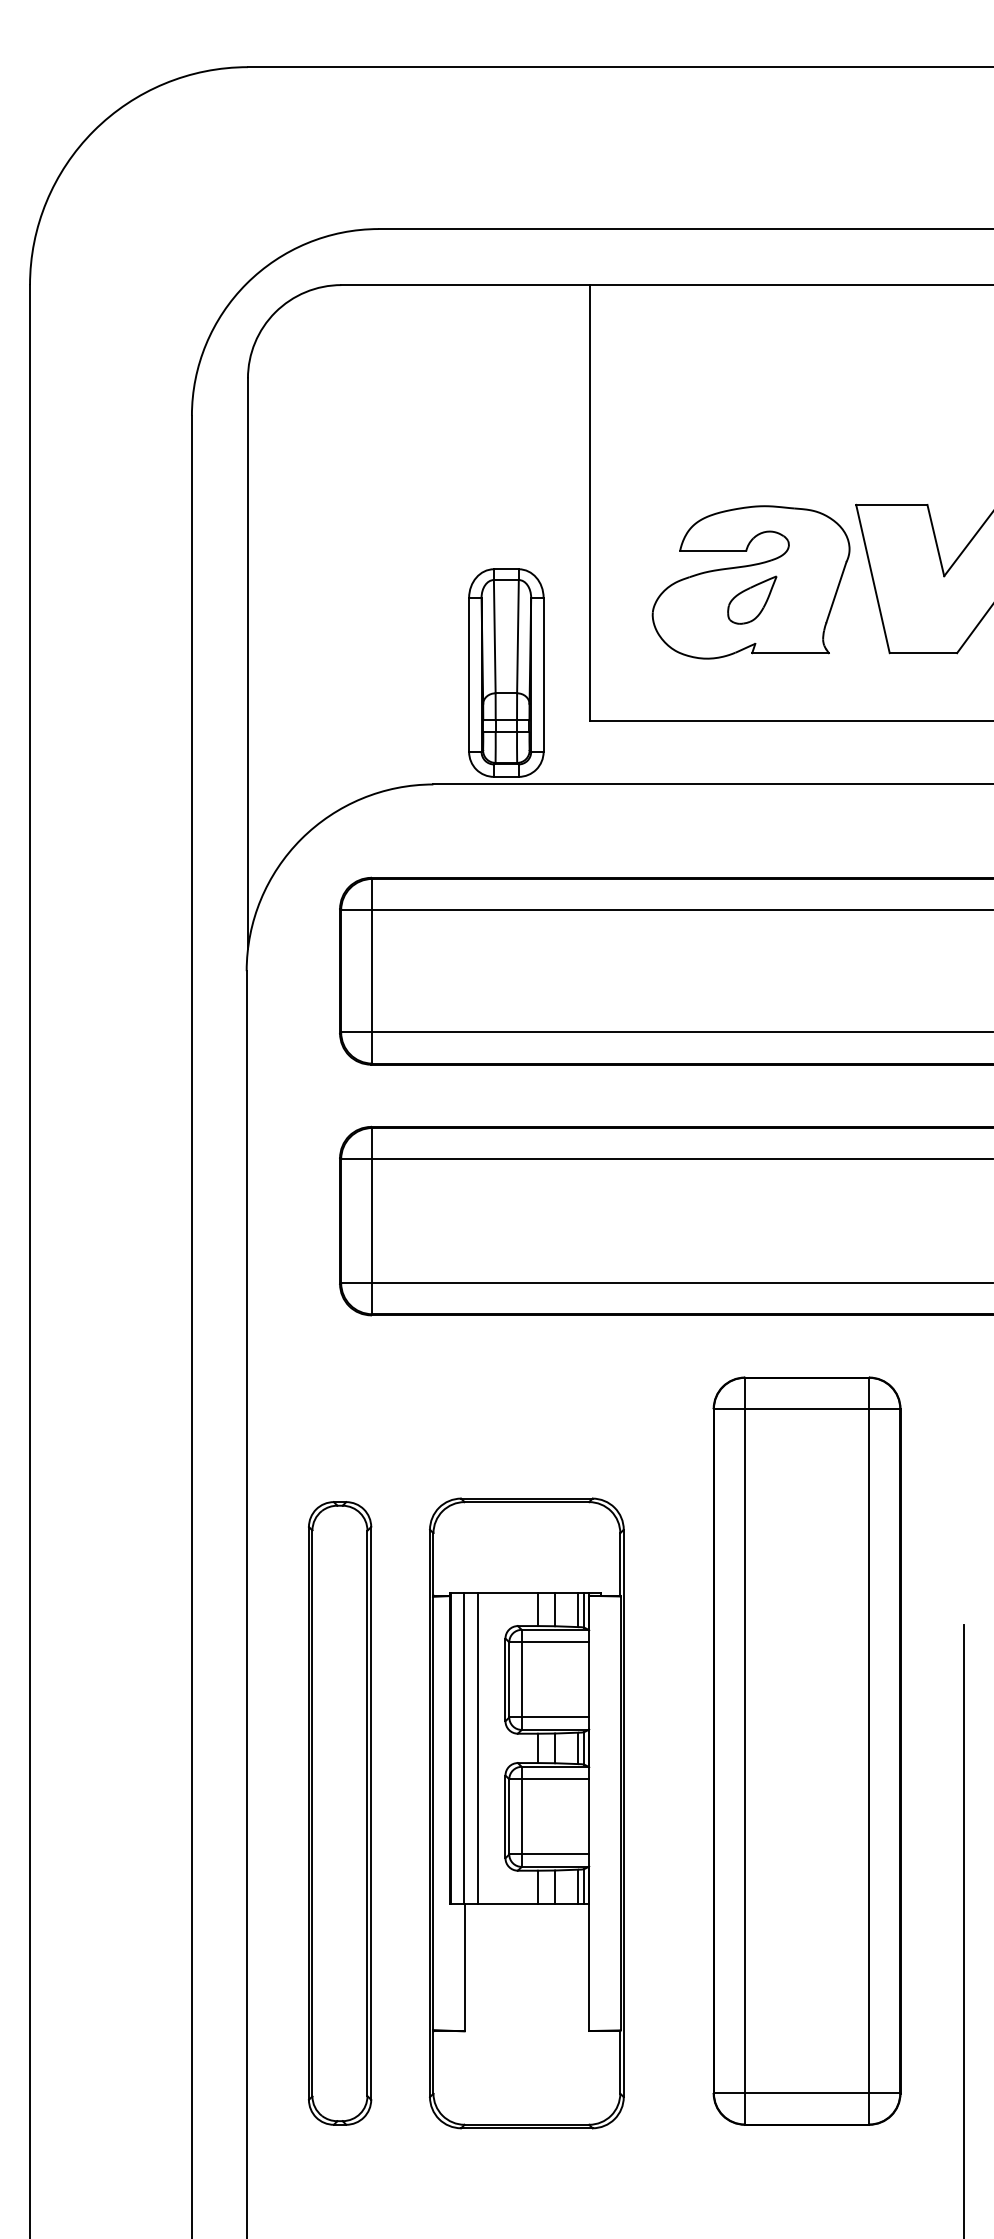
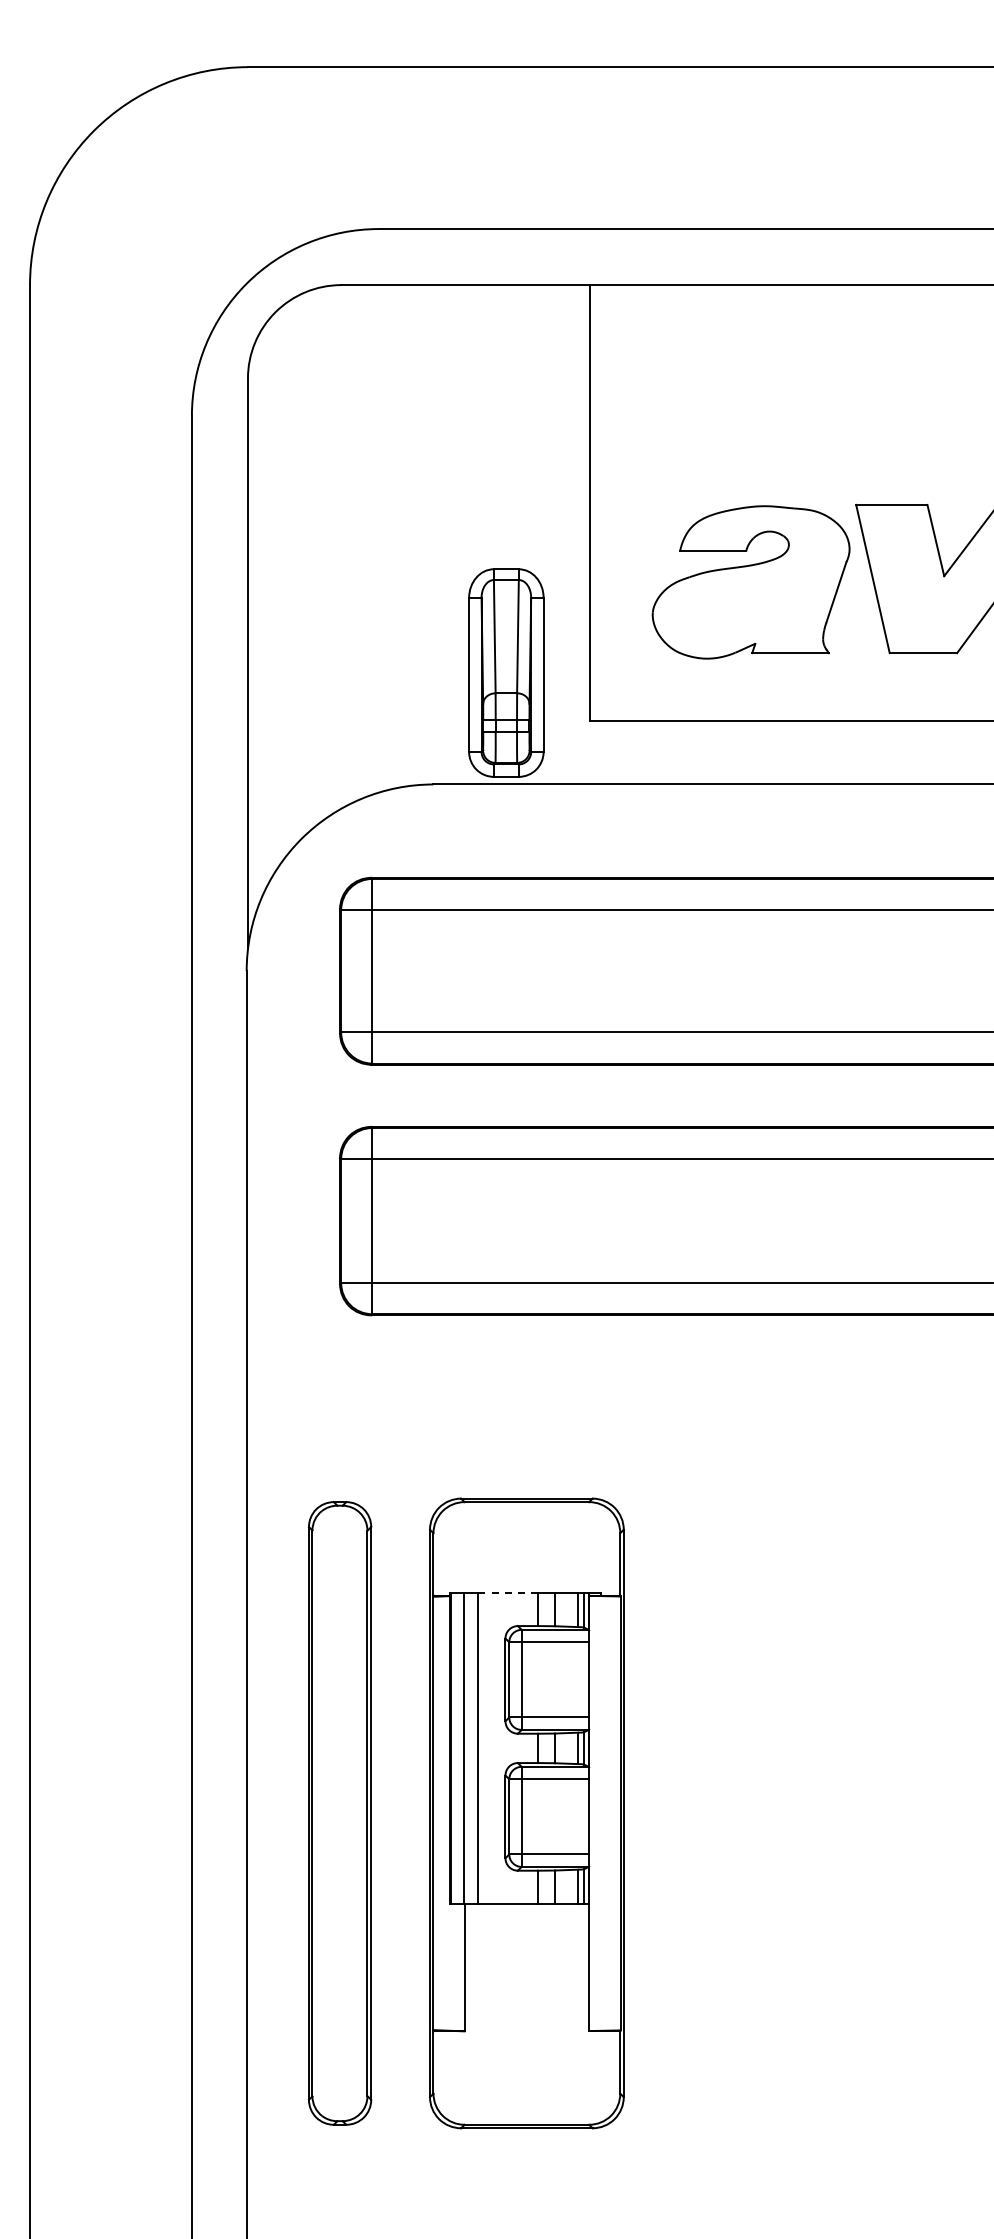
part at (752, 599): present -> none
line at (508, 1592): solid -> dashed
part at (806, 1750): present -> none
line at (963, 1929): present -> none
